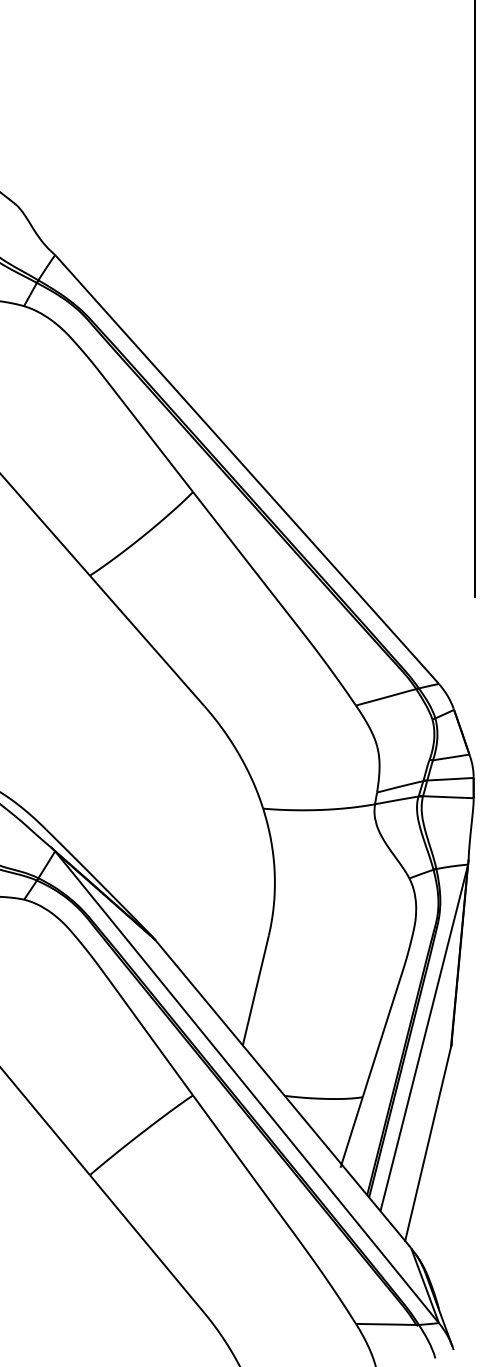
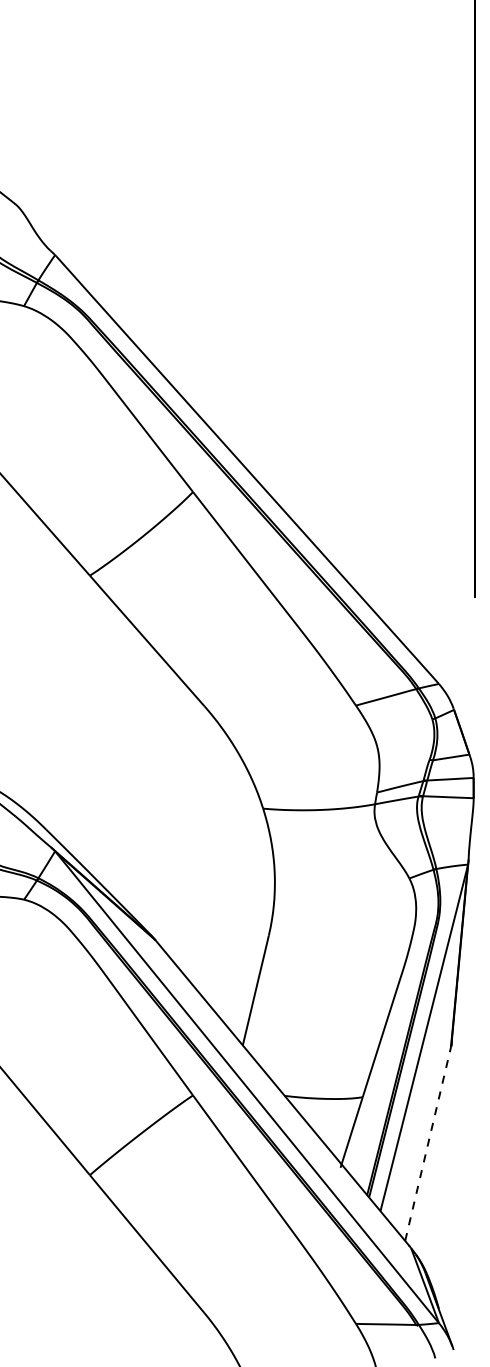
line at (428, 1144): solid -> dashed
